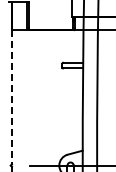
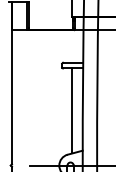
line at (12, 97): dashed -> solid
line at (72, 110): none -> present
